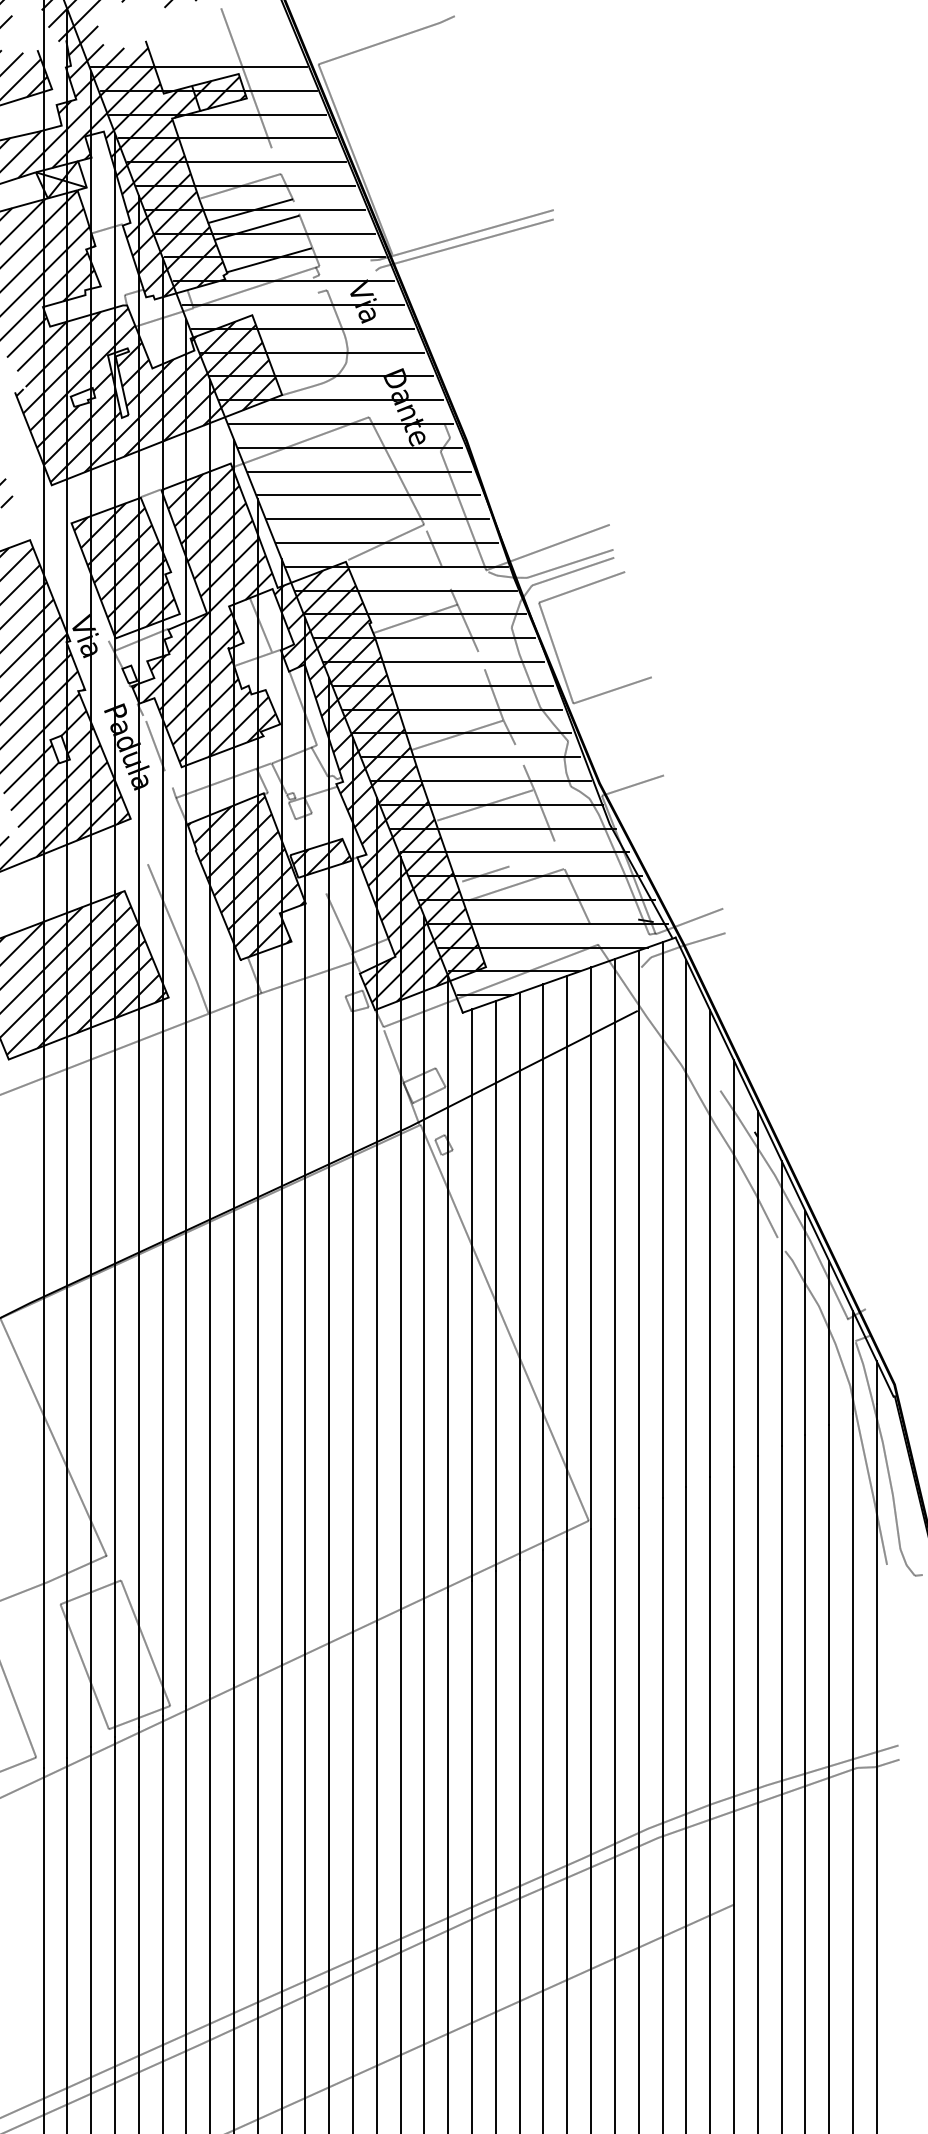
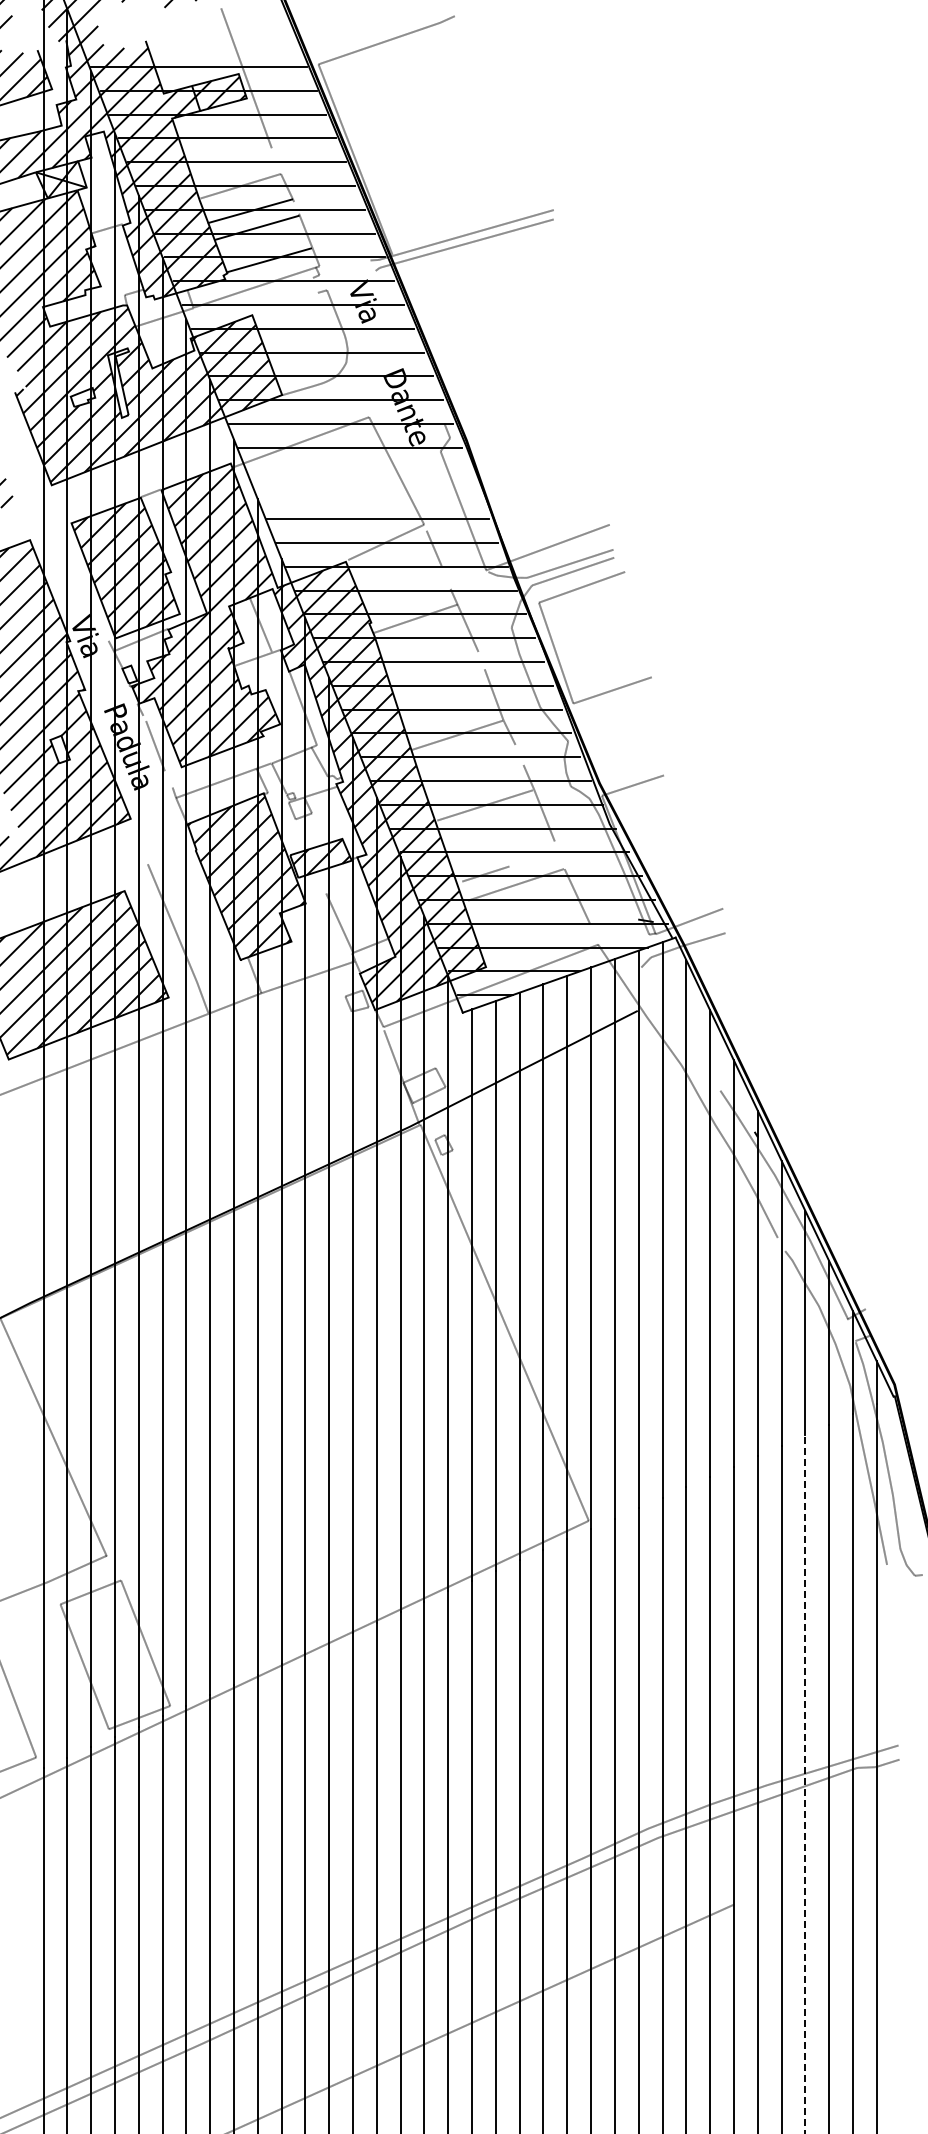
line at (359, 471): present -> none
line at (368, 495): present -> none
line at (805, 1784): solid -> dashed
